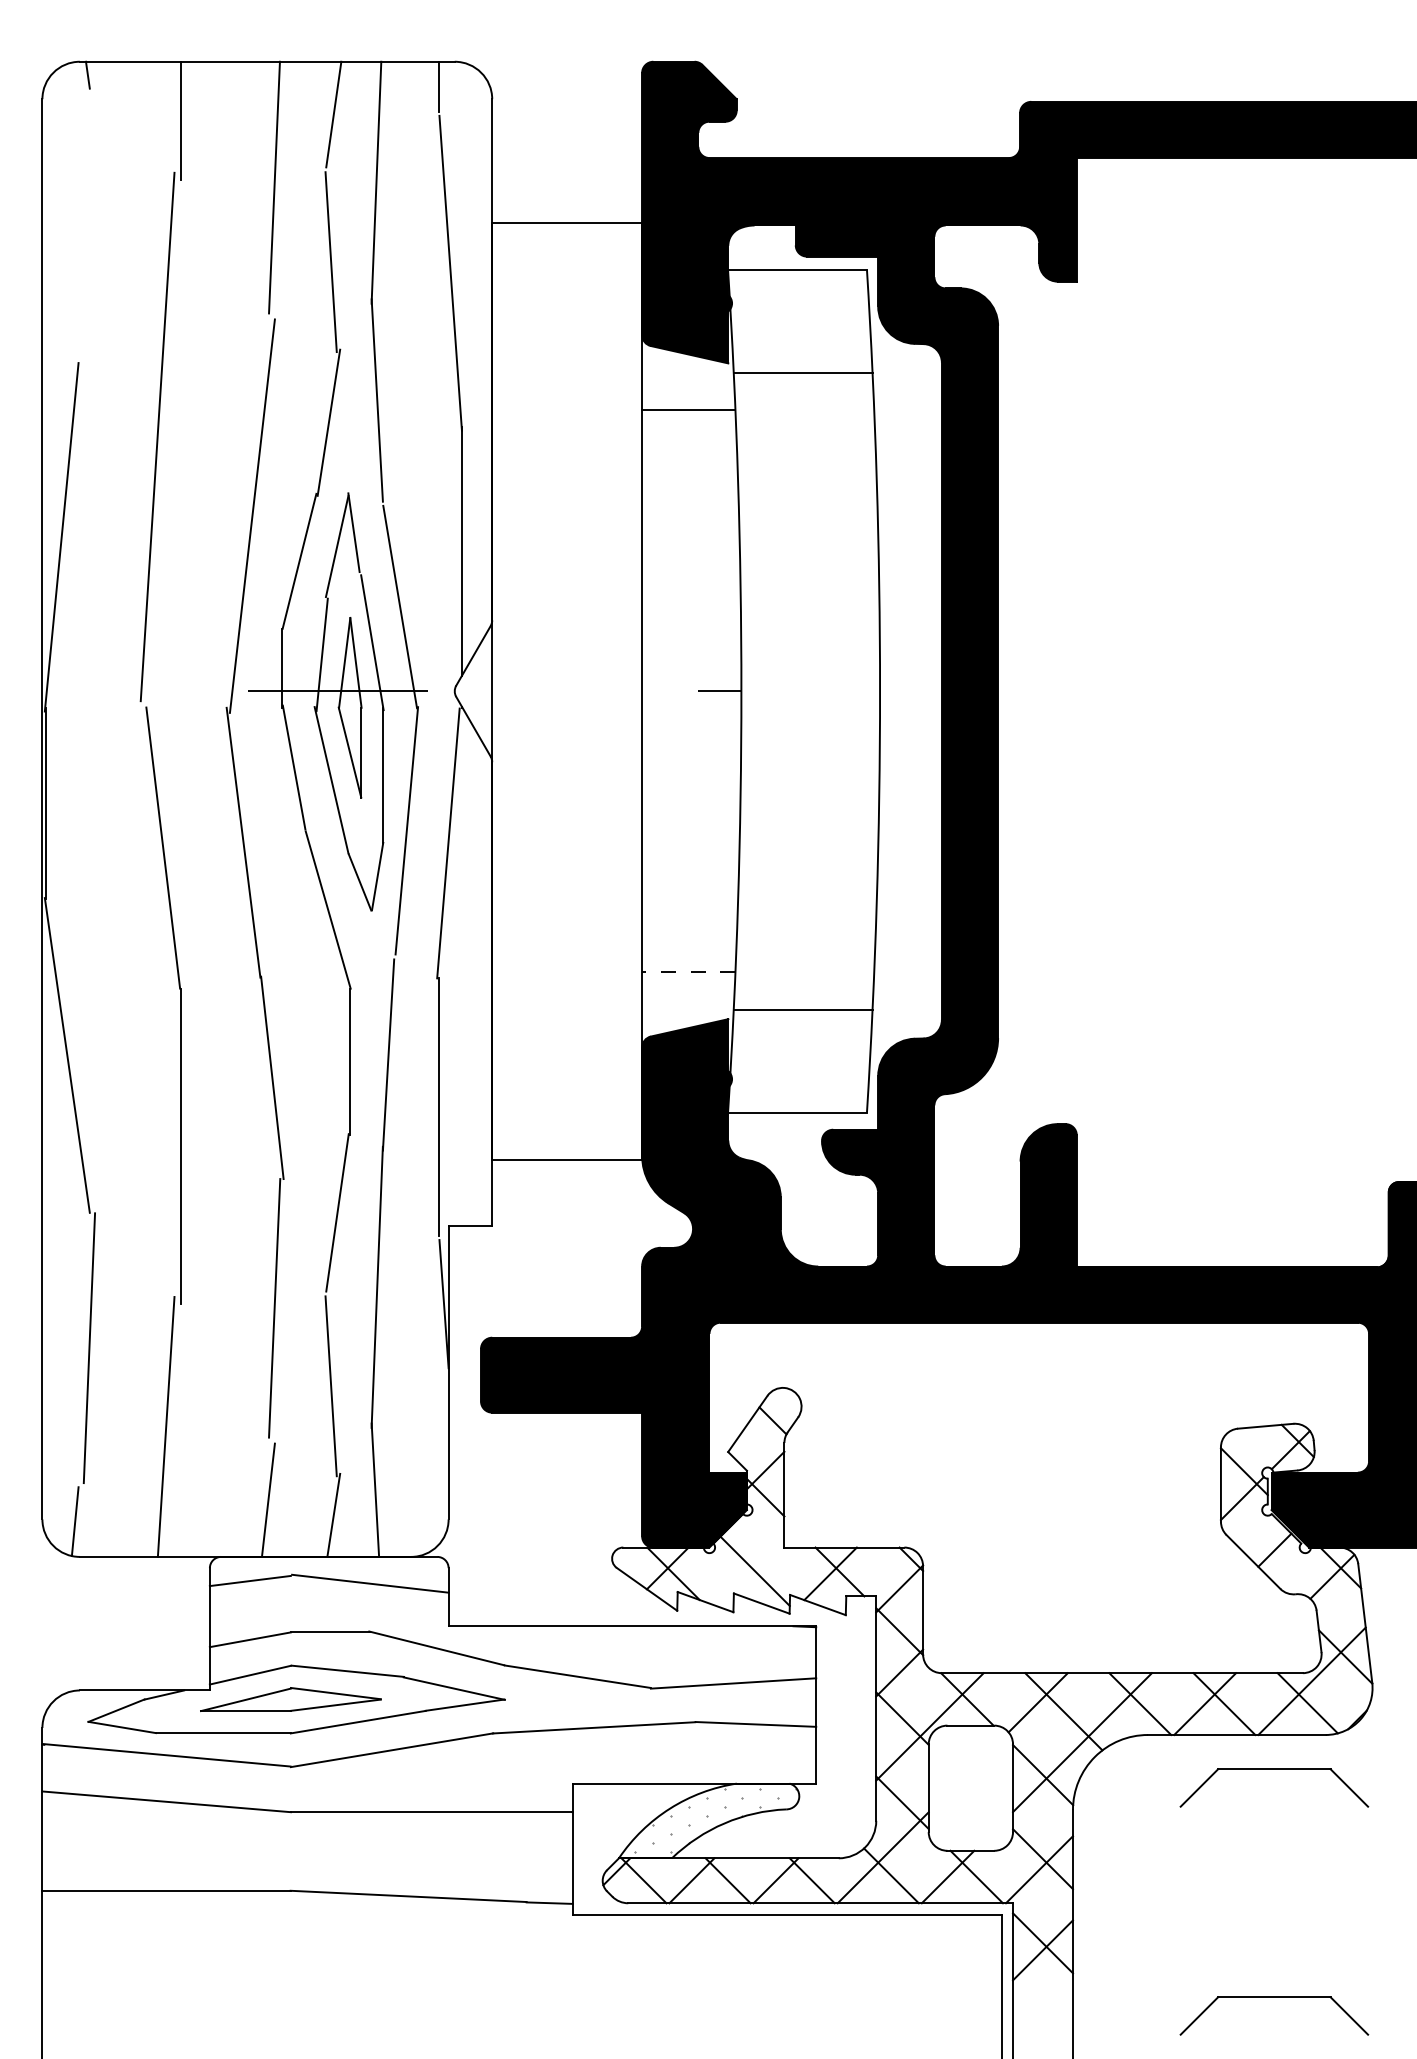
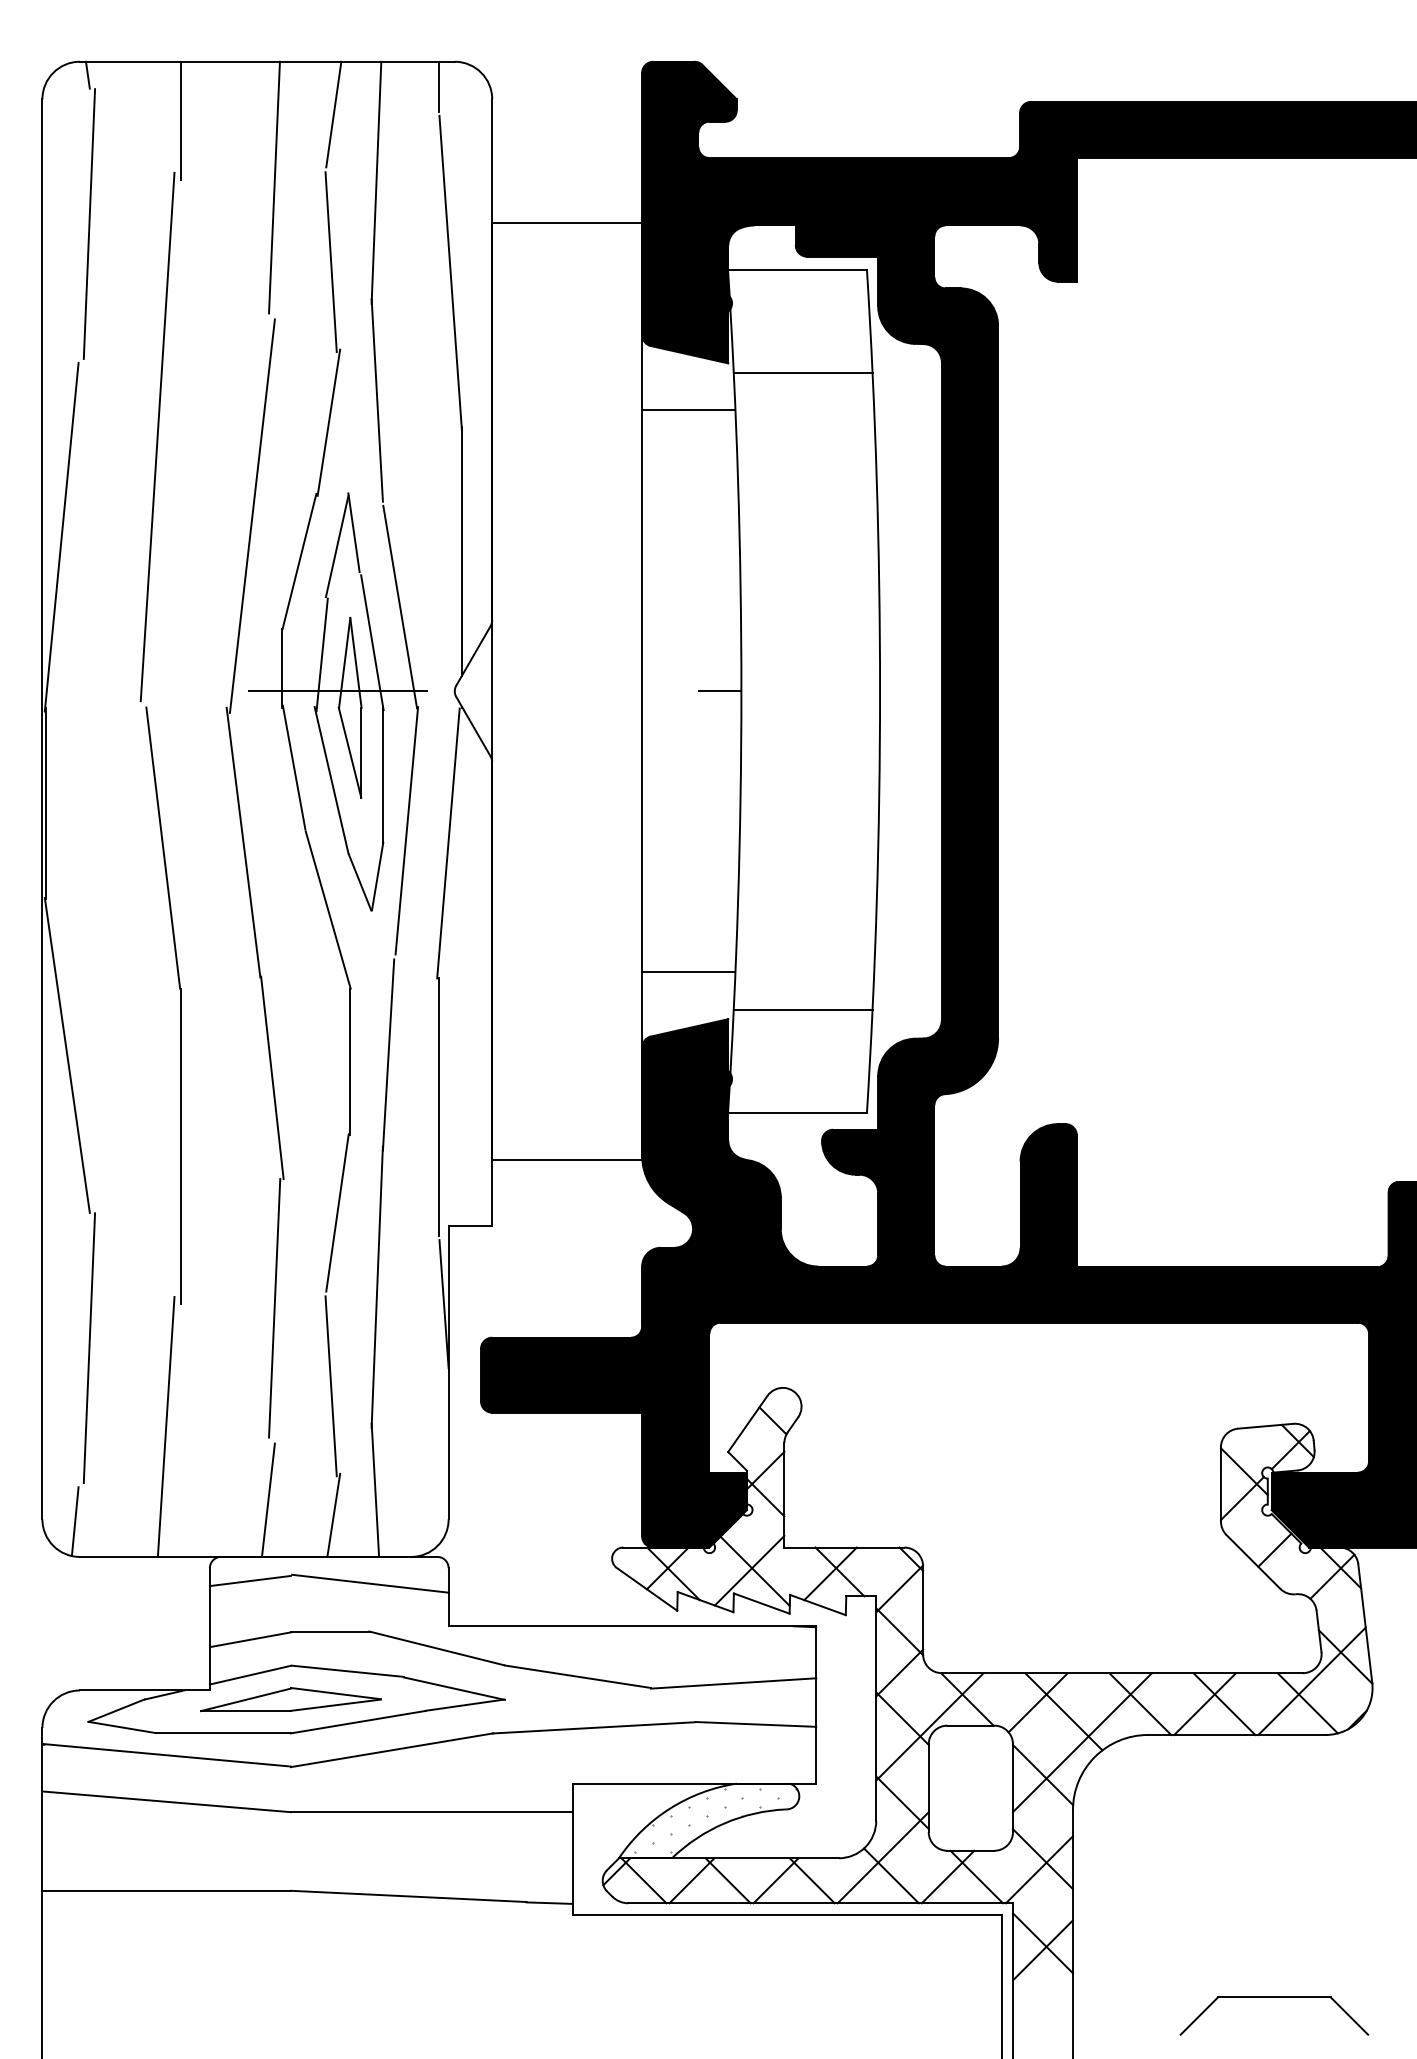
line at (89, 223): none -> present
line at (688, 972): dashed -> solid
line at (749, 1570): none -> present
part at (1274, 1769): present -> none
